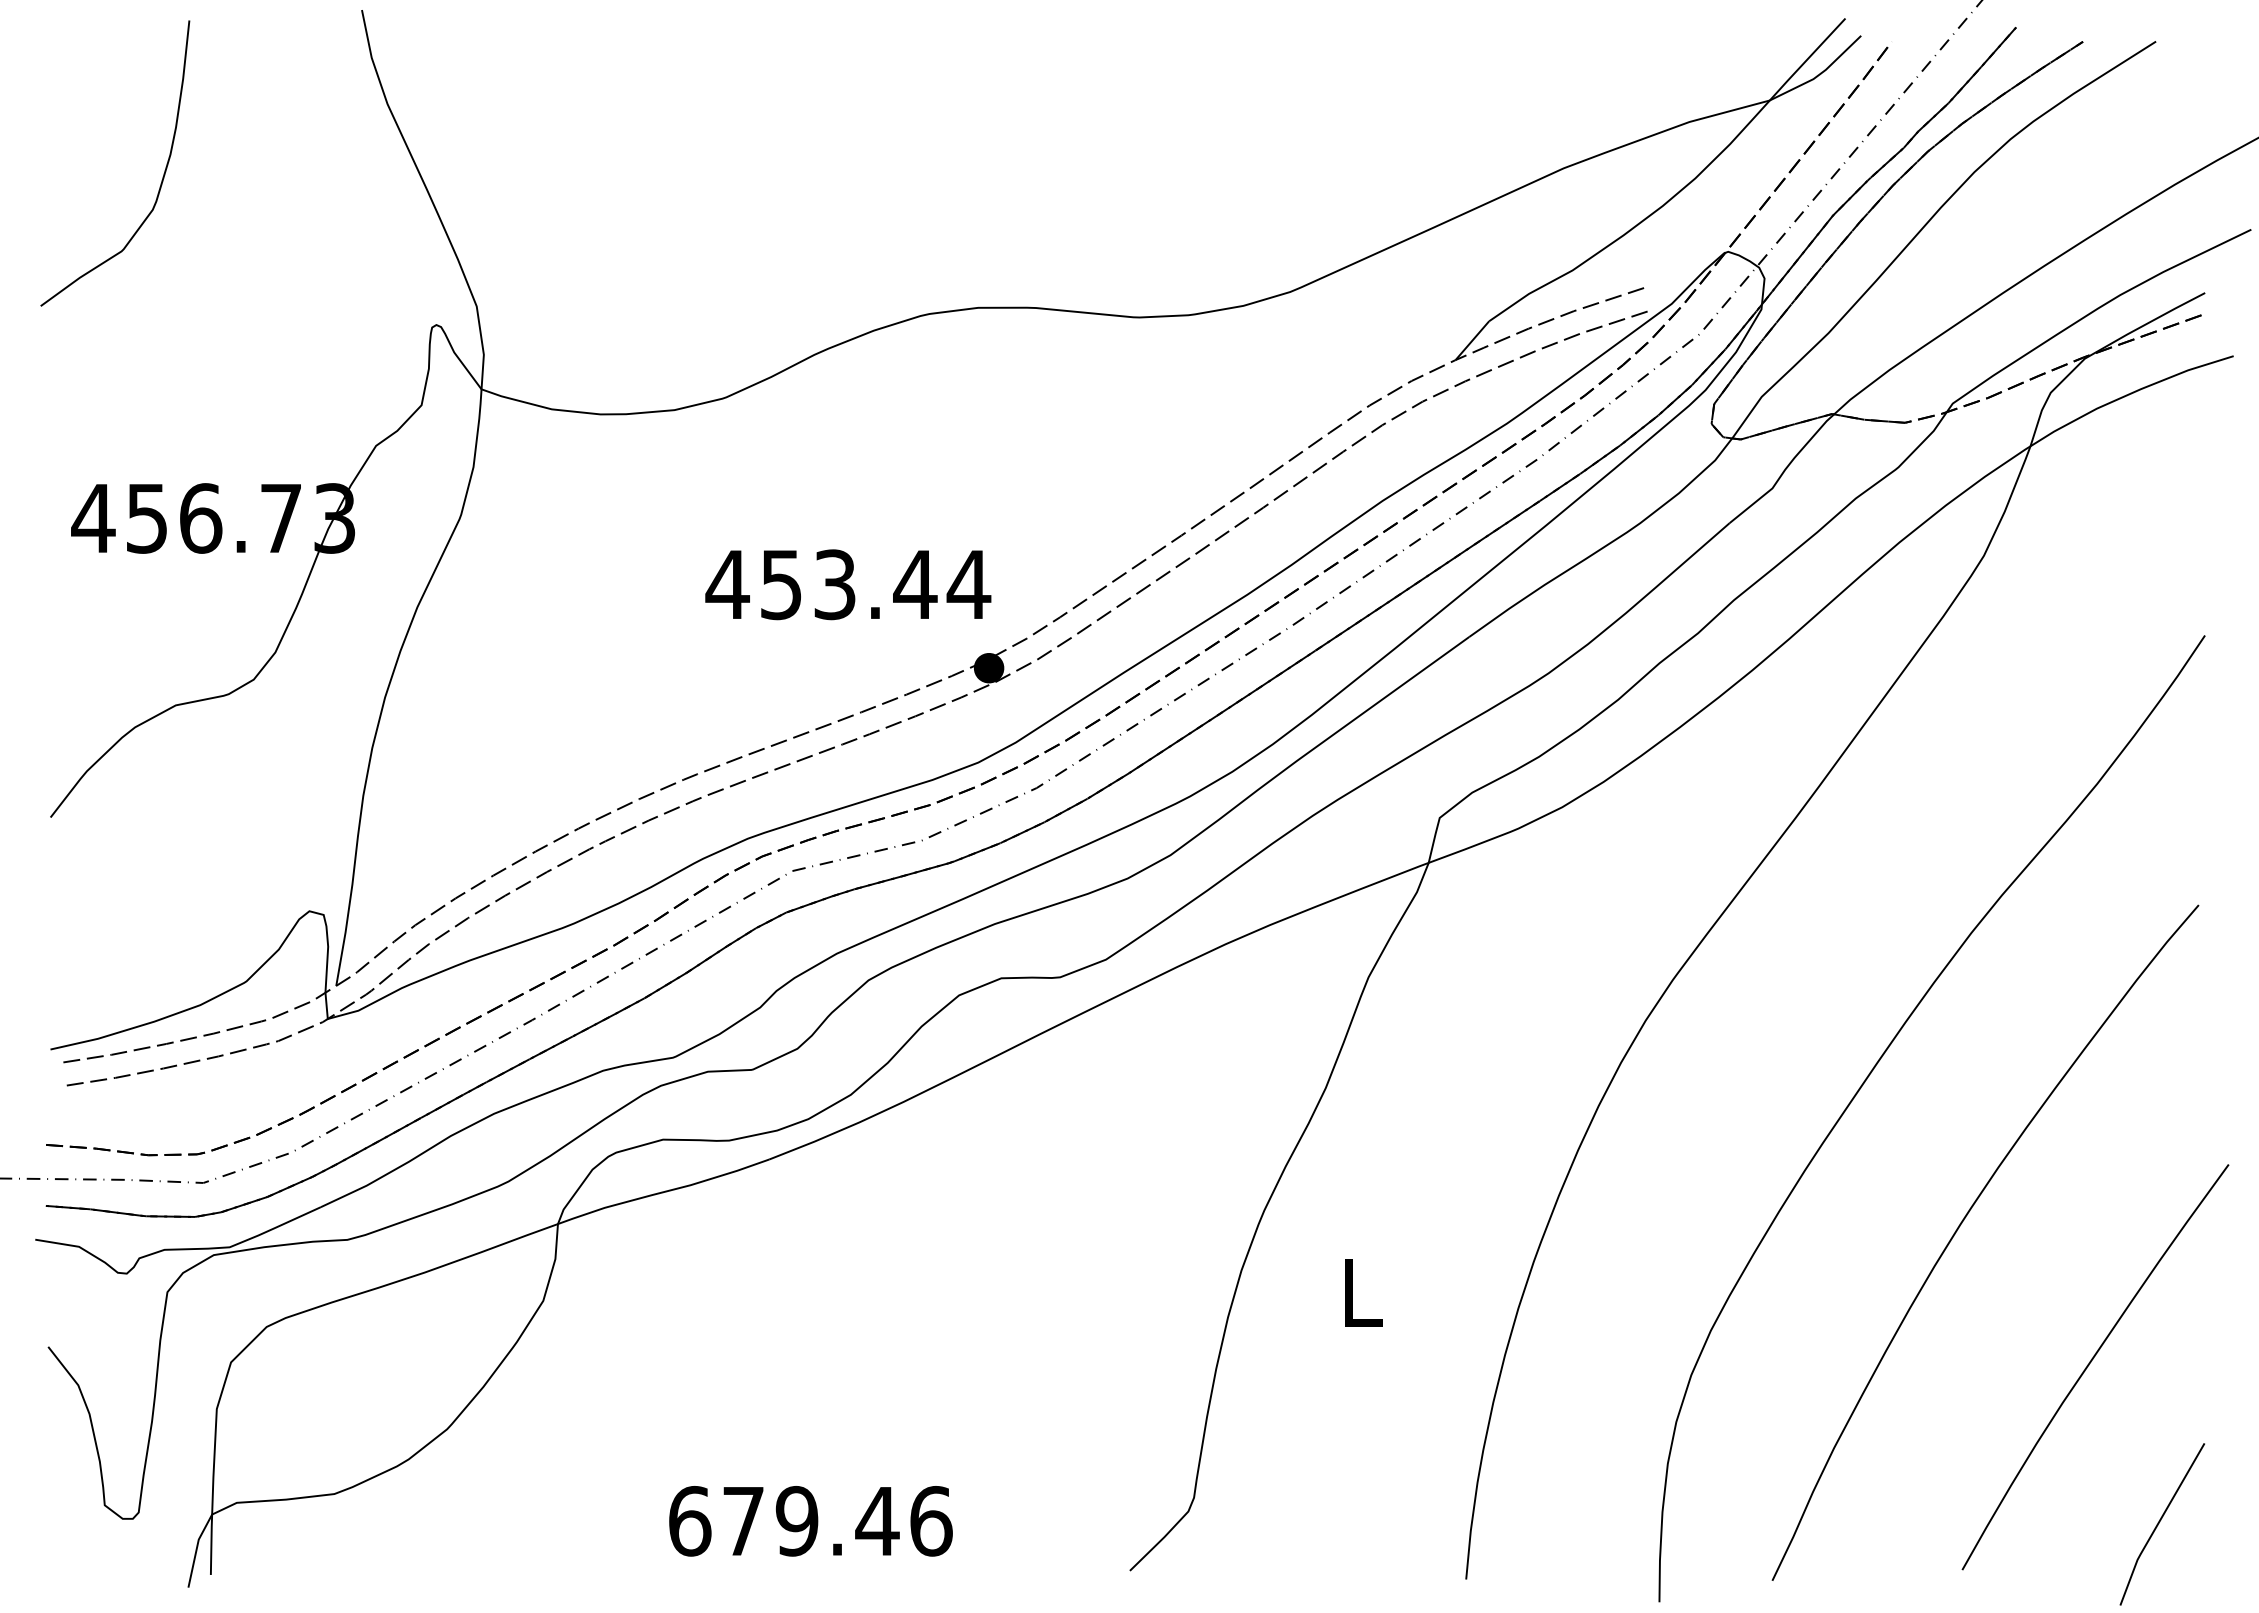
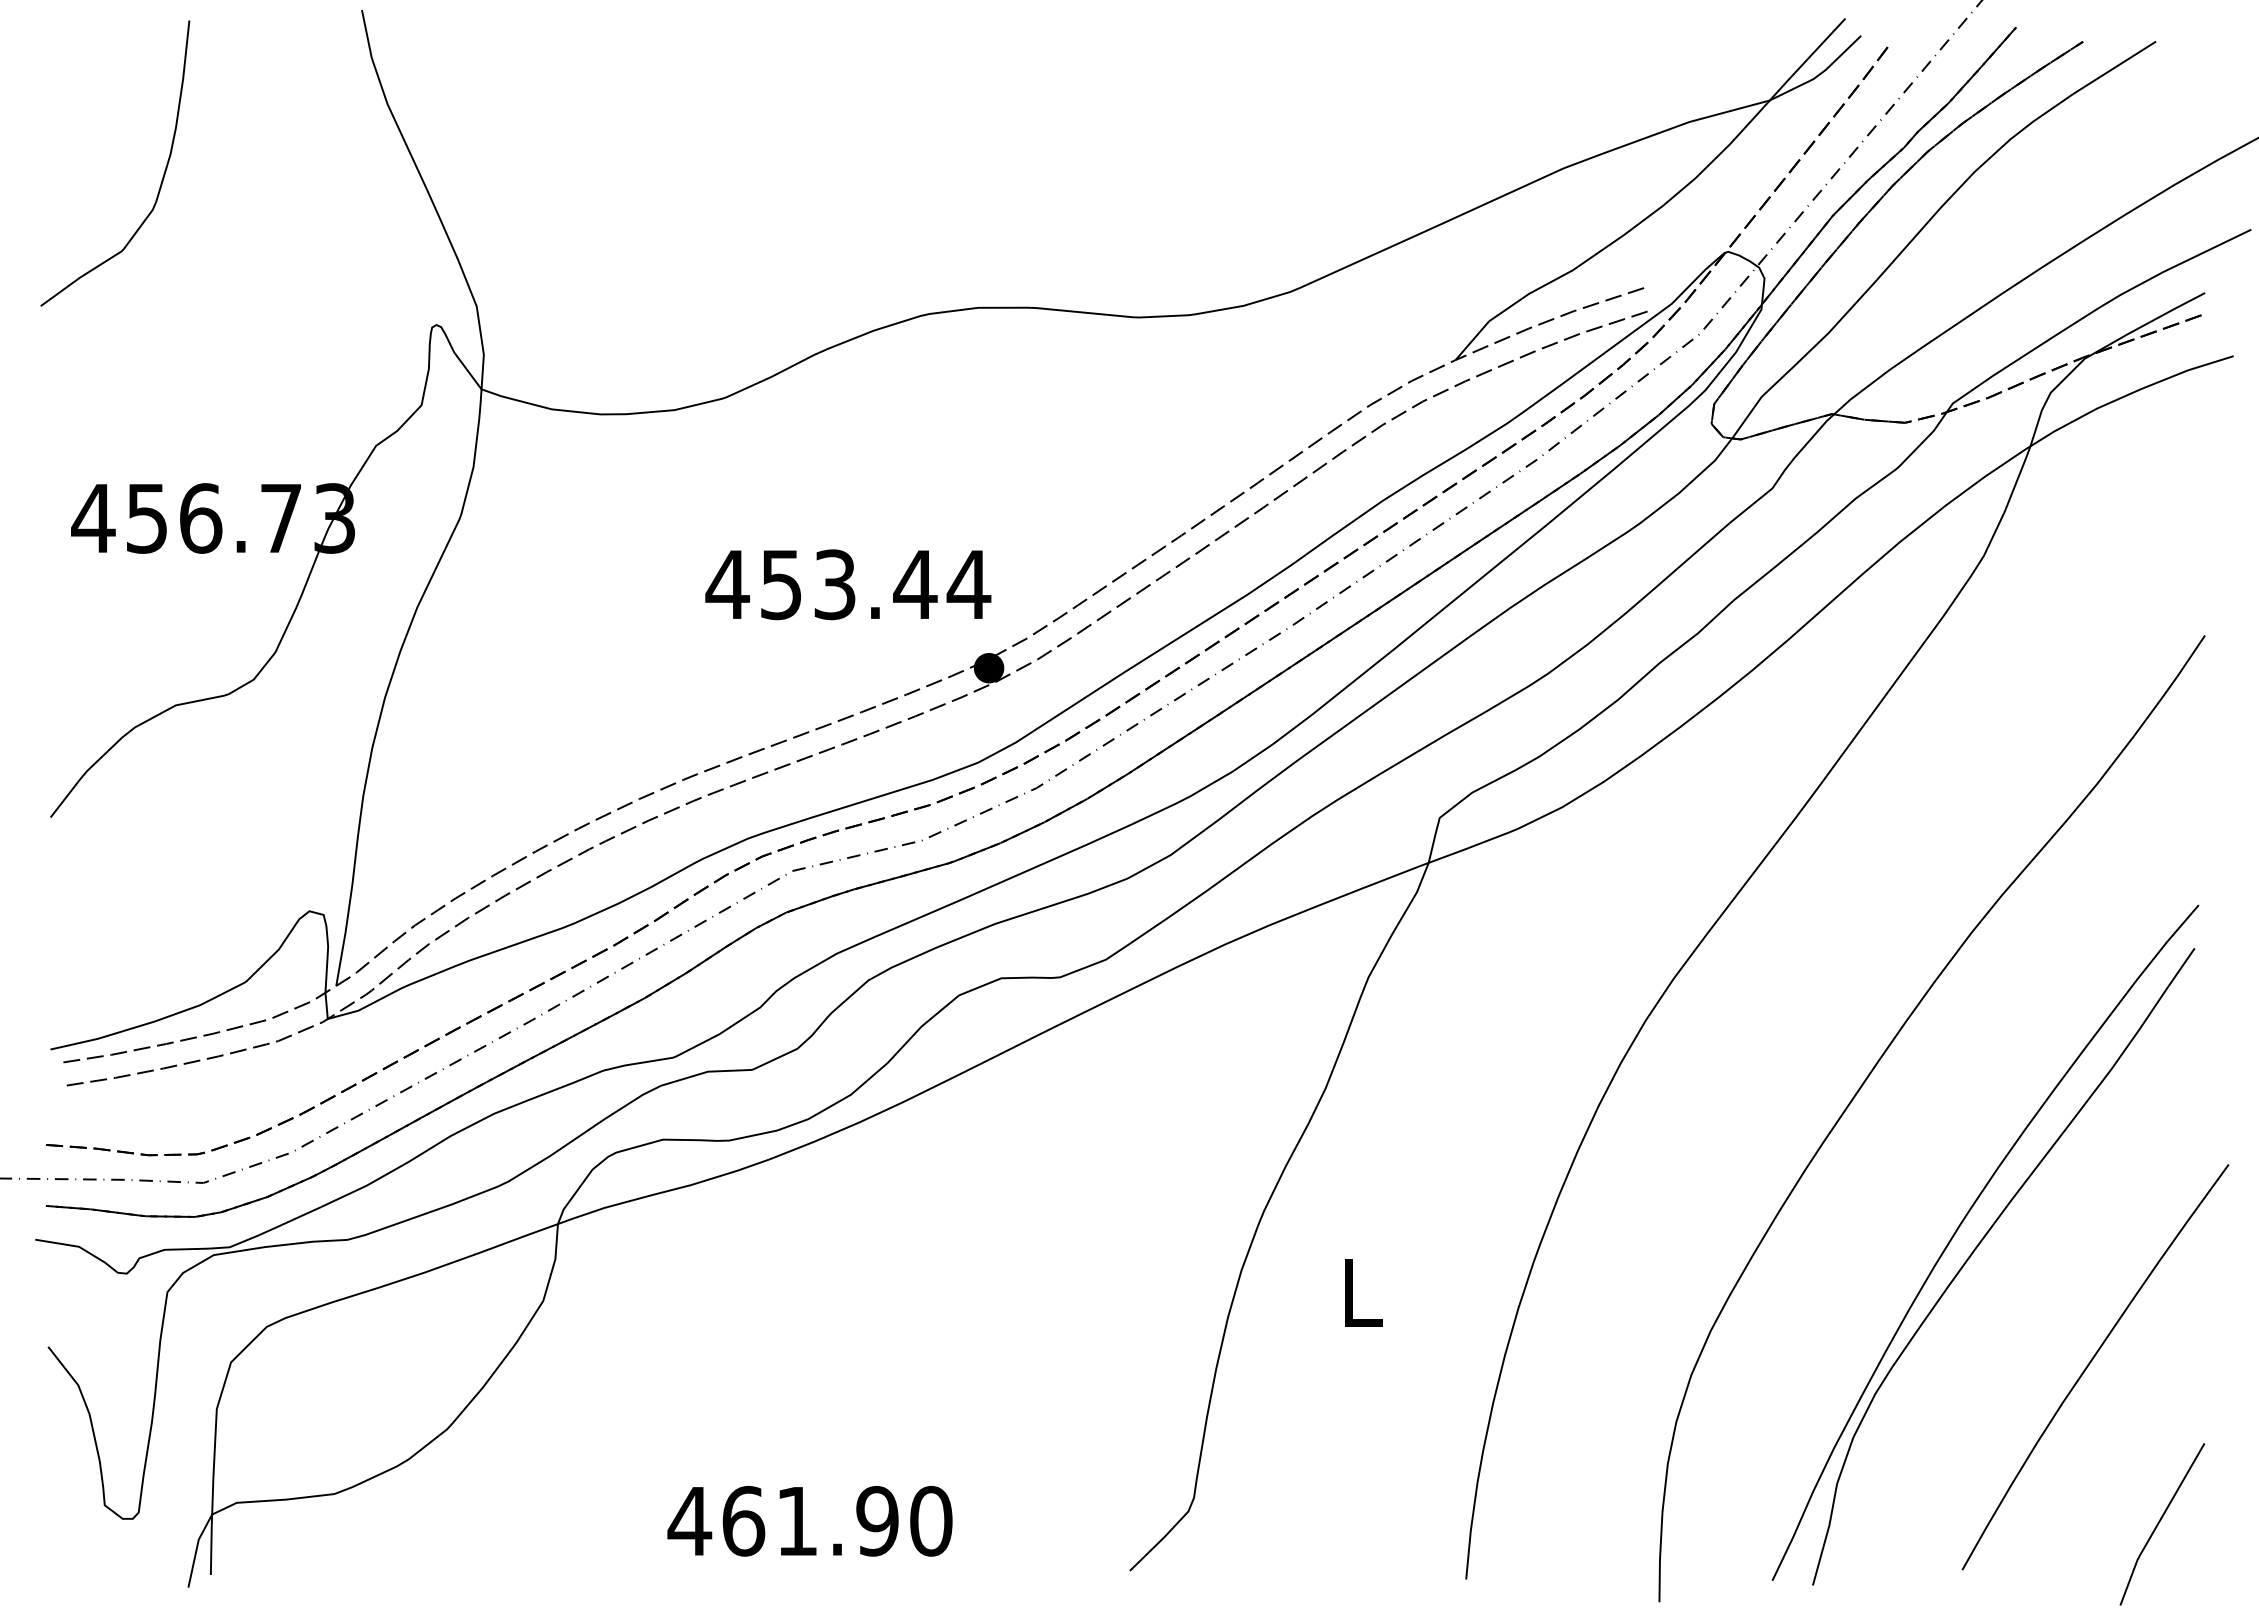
curve at (1979, 1245): none -> present
text at (809, 1521): 679.46 -> 461.90
